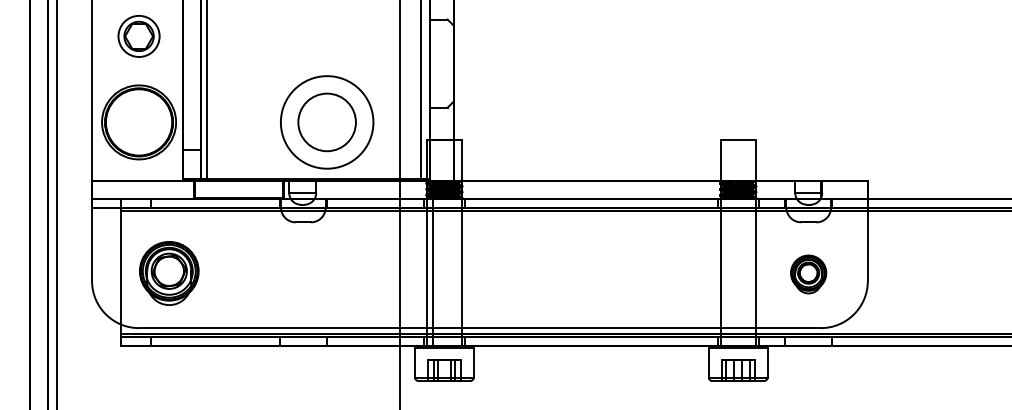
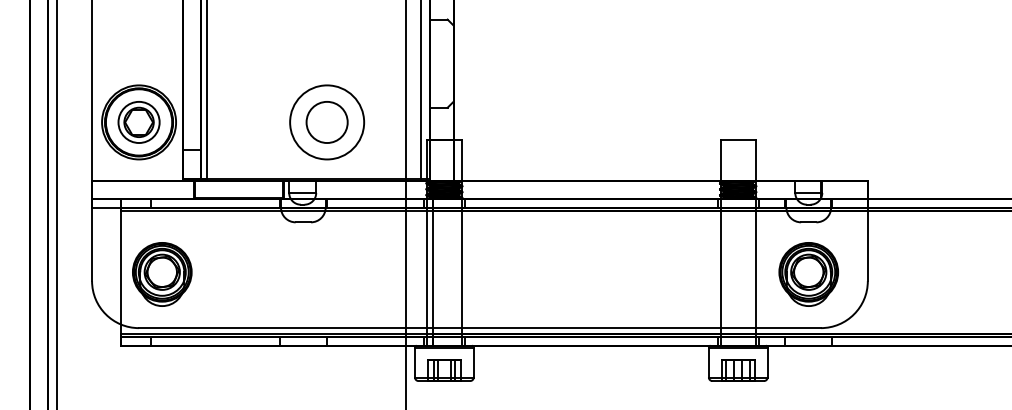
part at (138, 36) position: (138, 36) -> (138, 122)
circle at (326, 122) diameter: 58 px -> 41 px
circle at (326, 122) diameter: 93 px -> 74 px
line at (400, 204) position: (400, 204) -> (406, 204)
part at (169, 273) position: (169, 273) -> (162, 274)
part at (808, 274) size: 38x41 px -> 61x65 px
